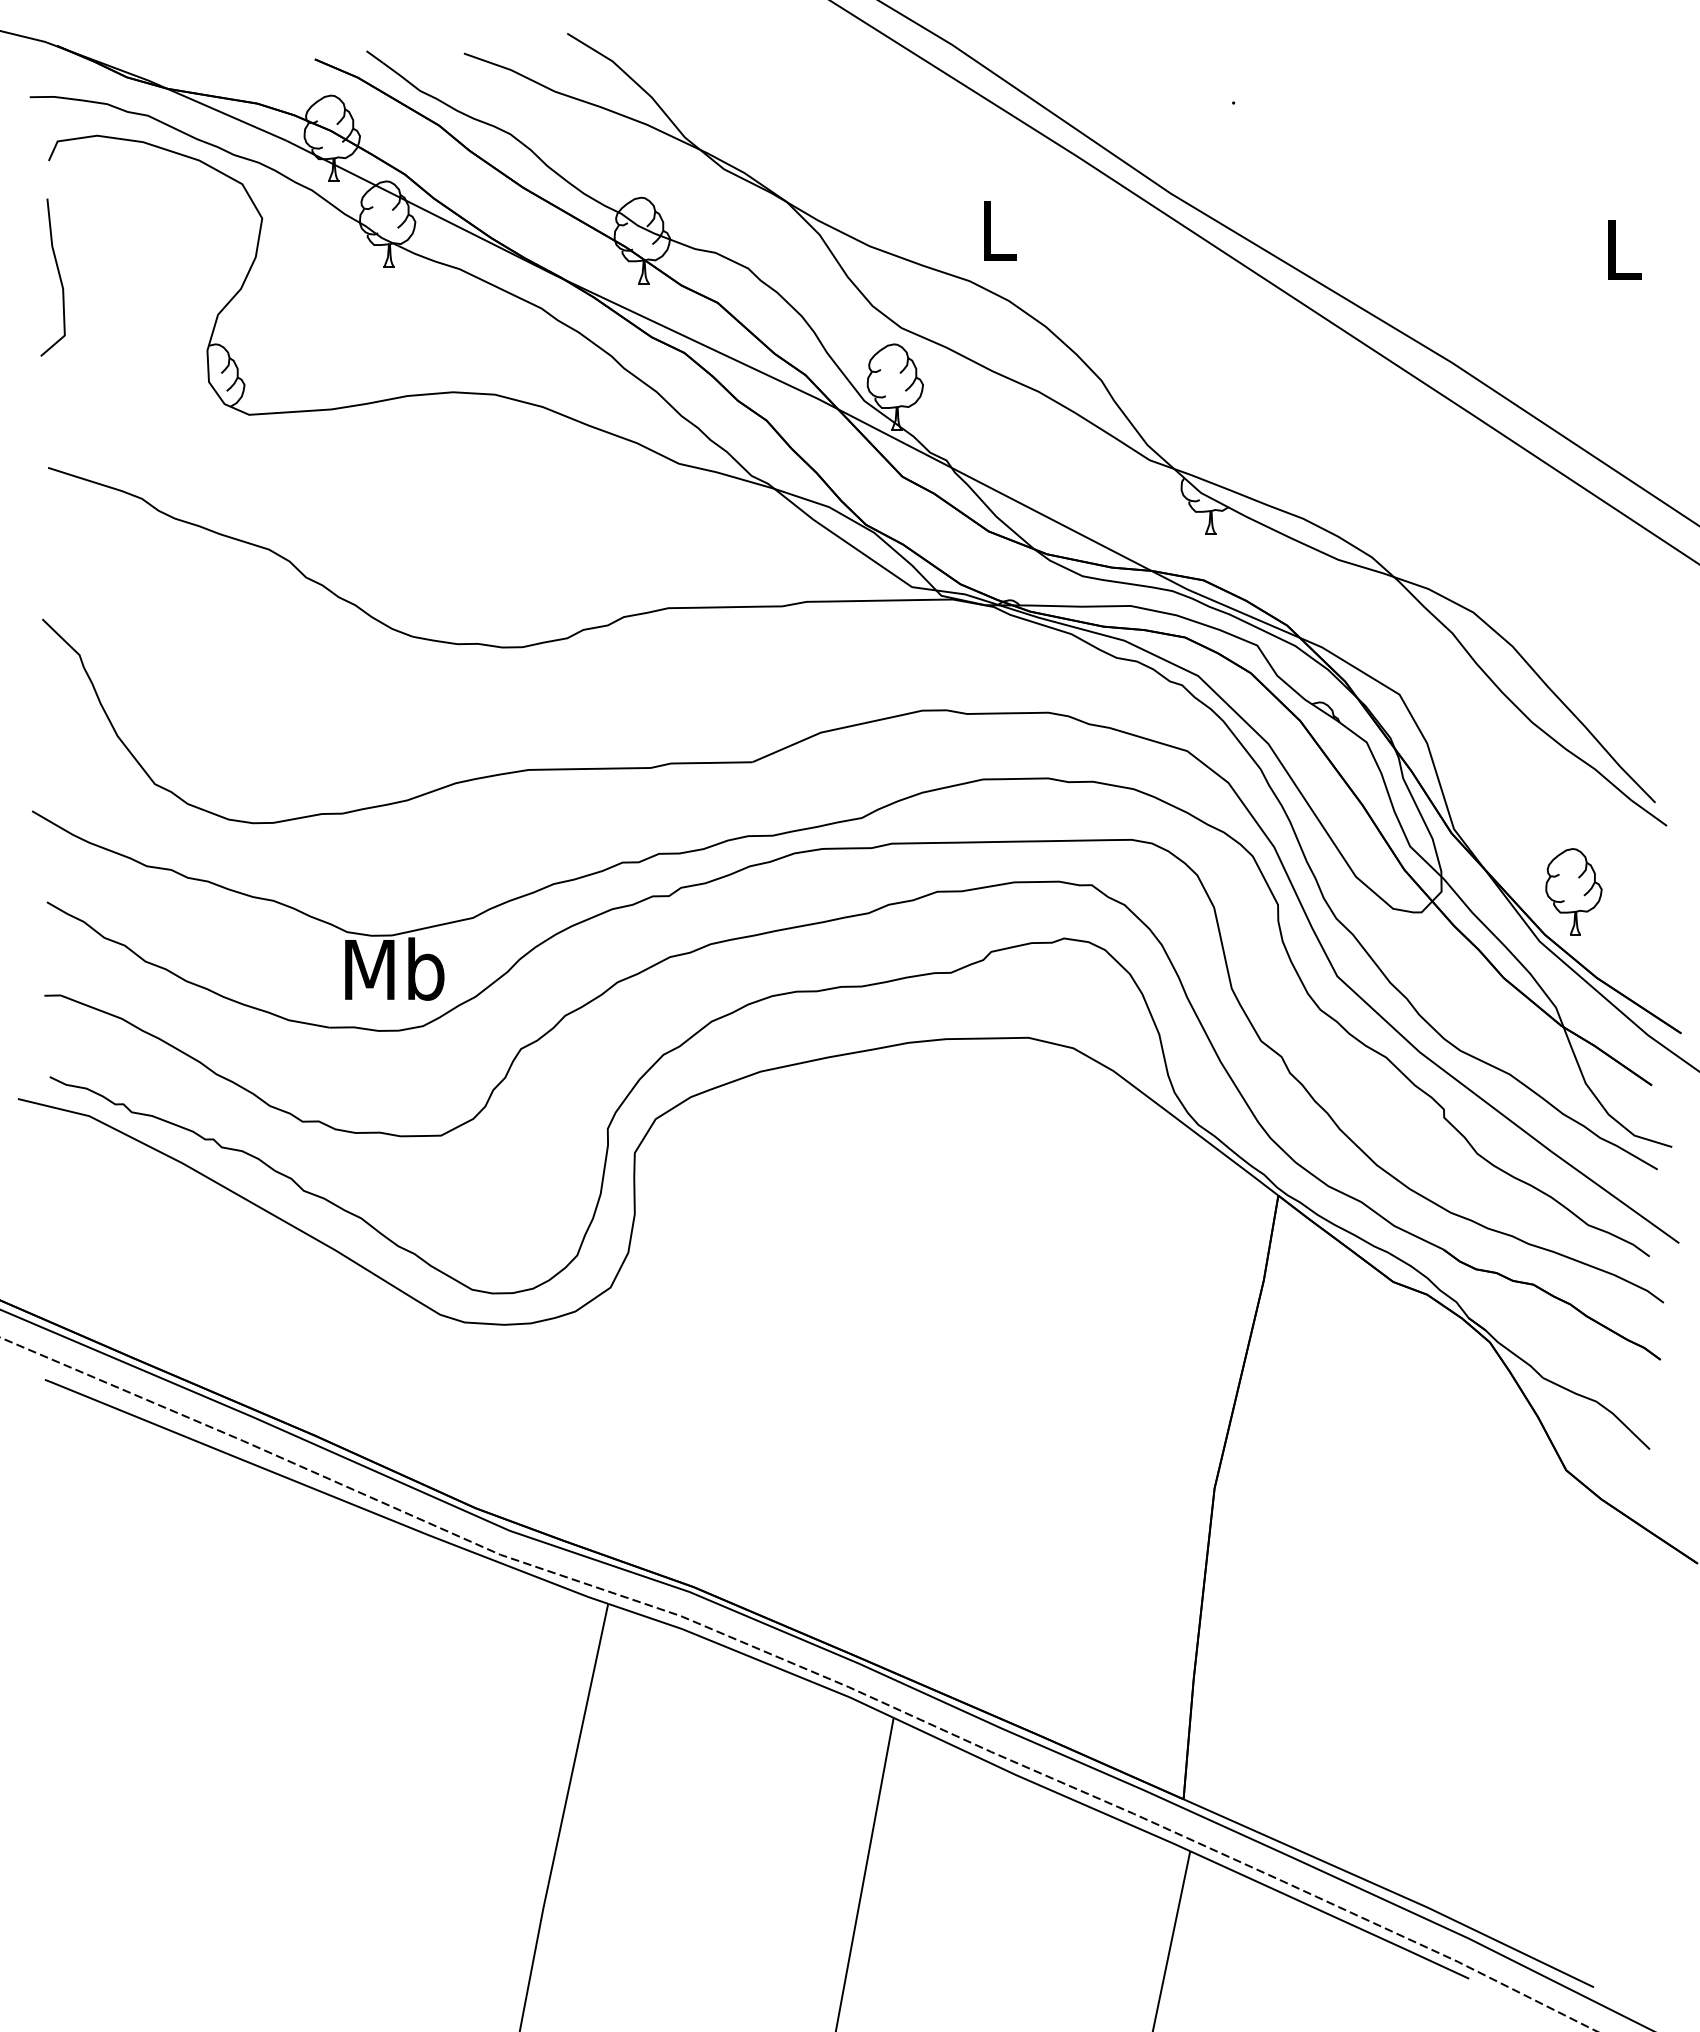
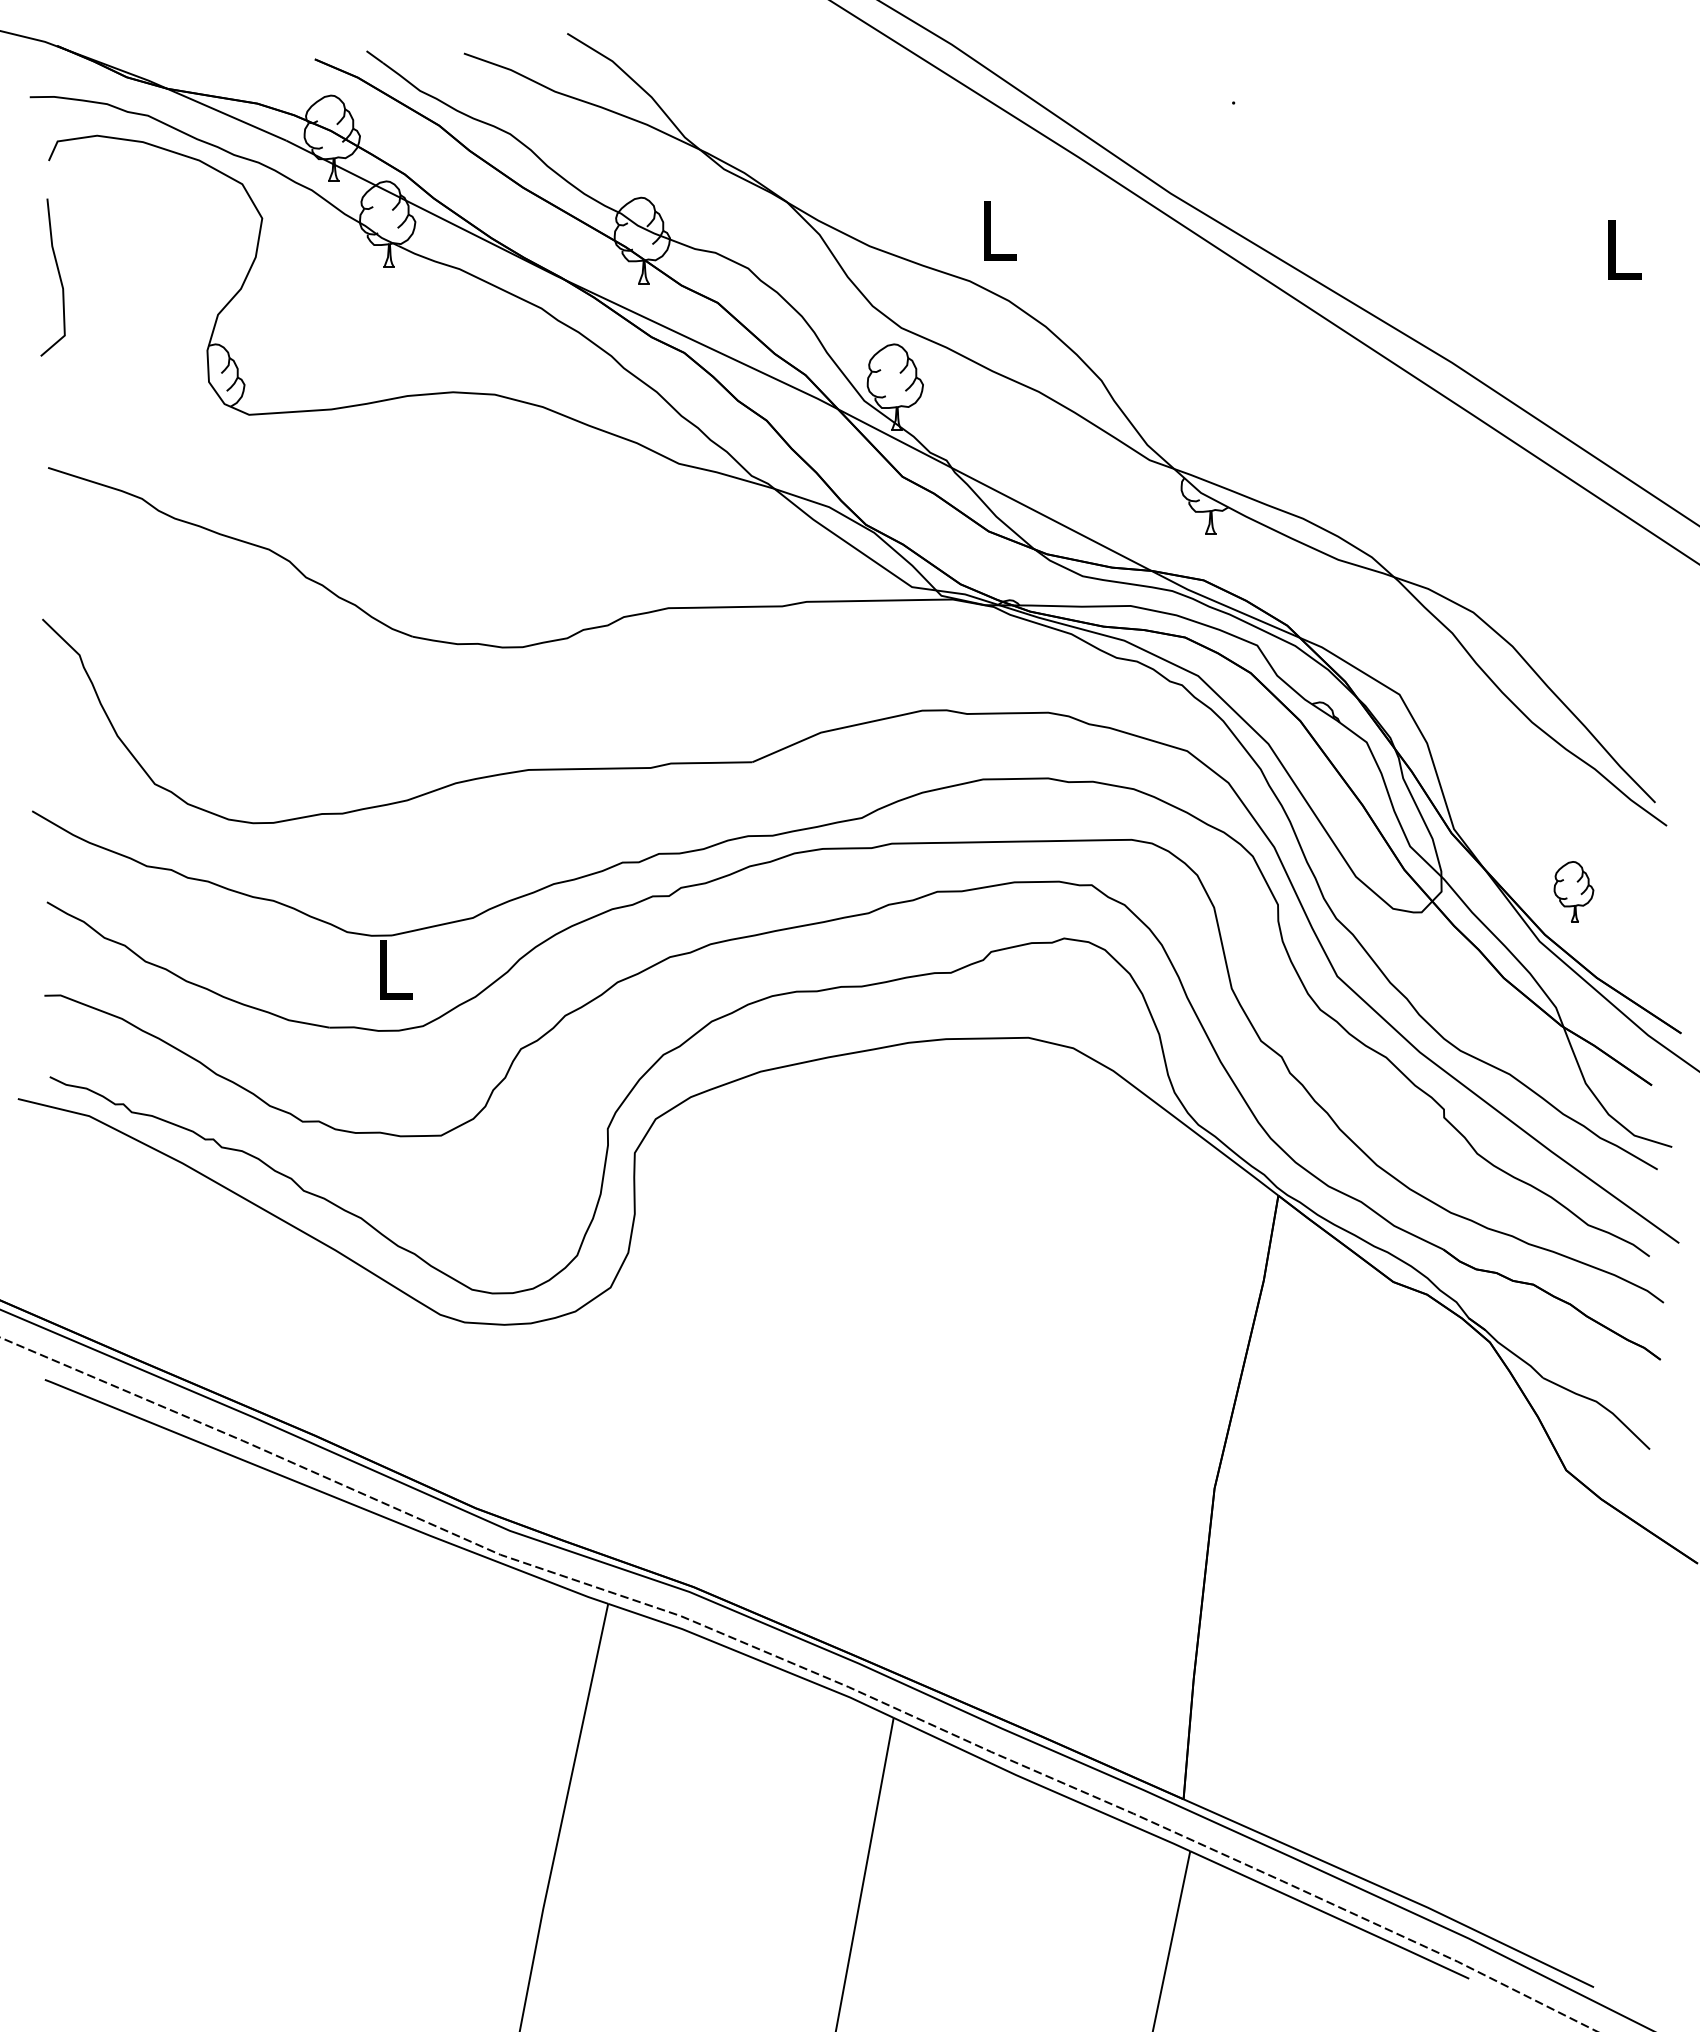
part at (1573, 891) size: 58x88 px -> 42x62 px
text at (394, 968): Mb -> L
